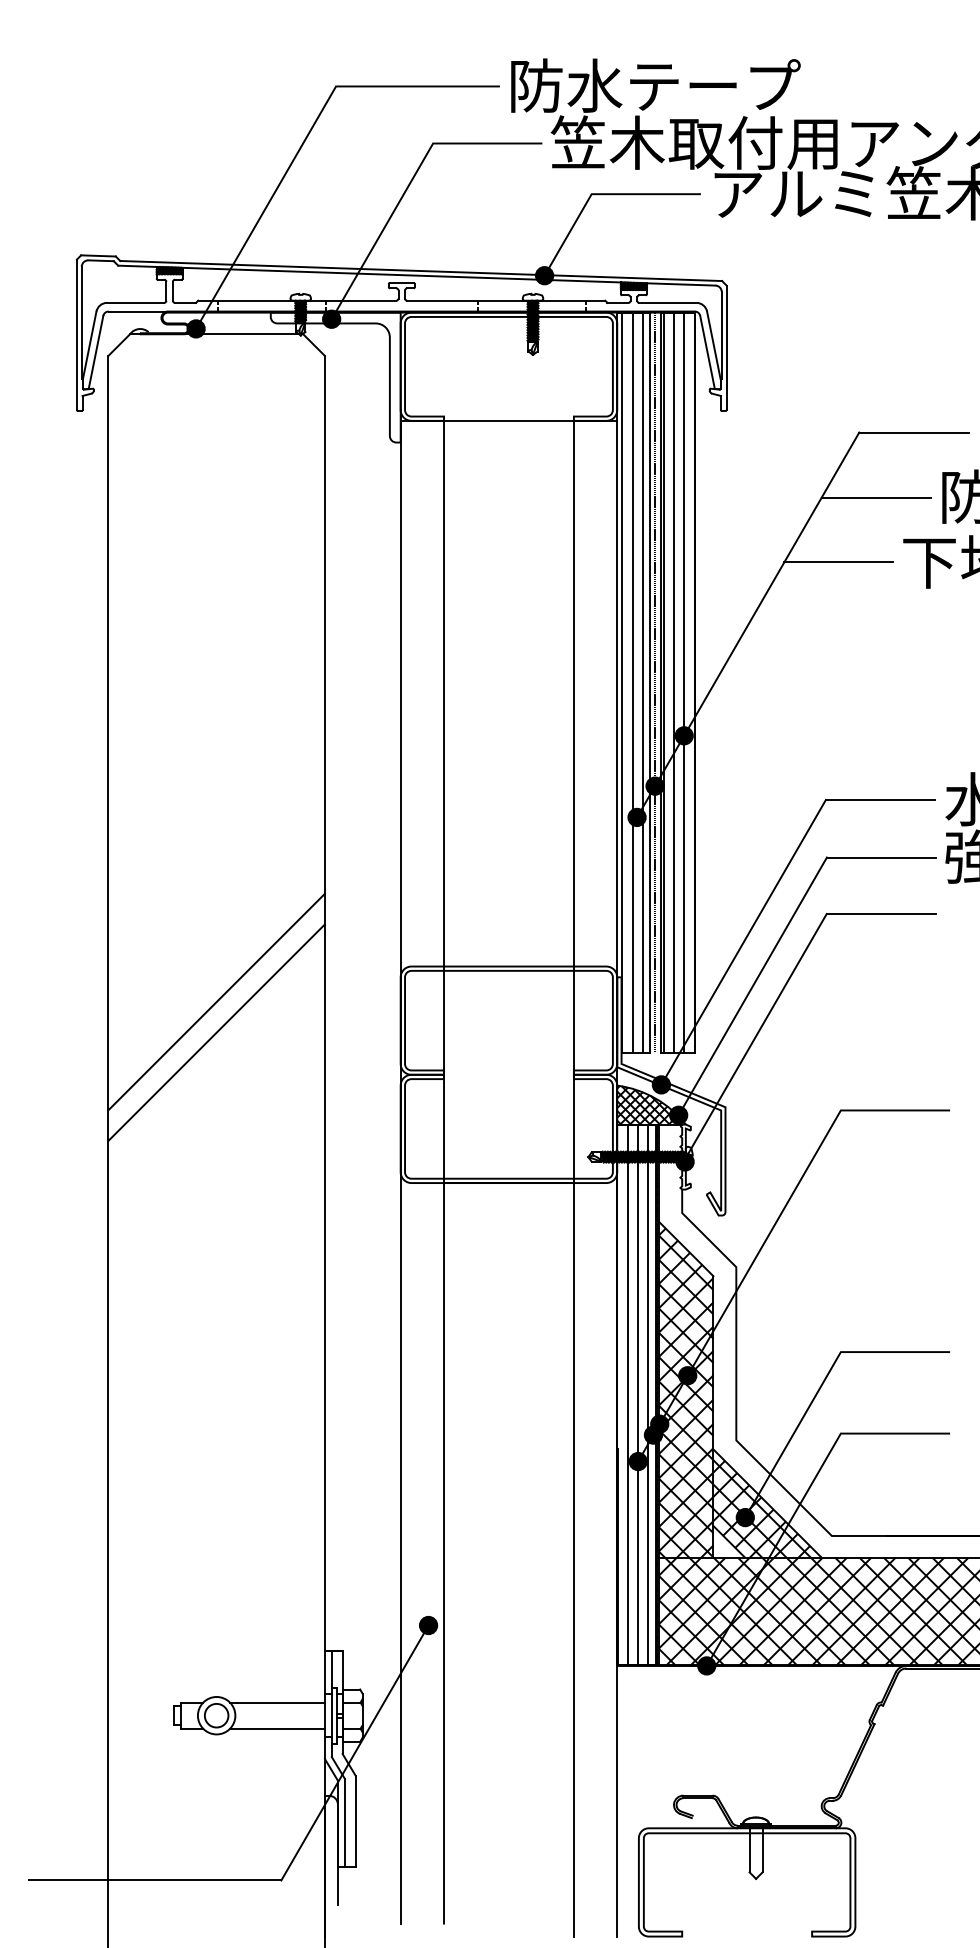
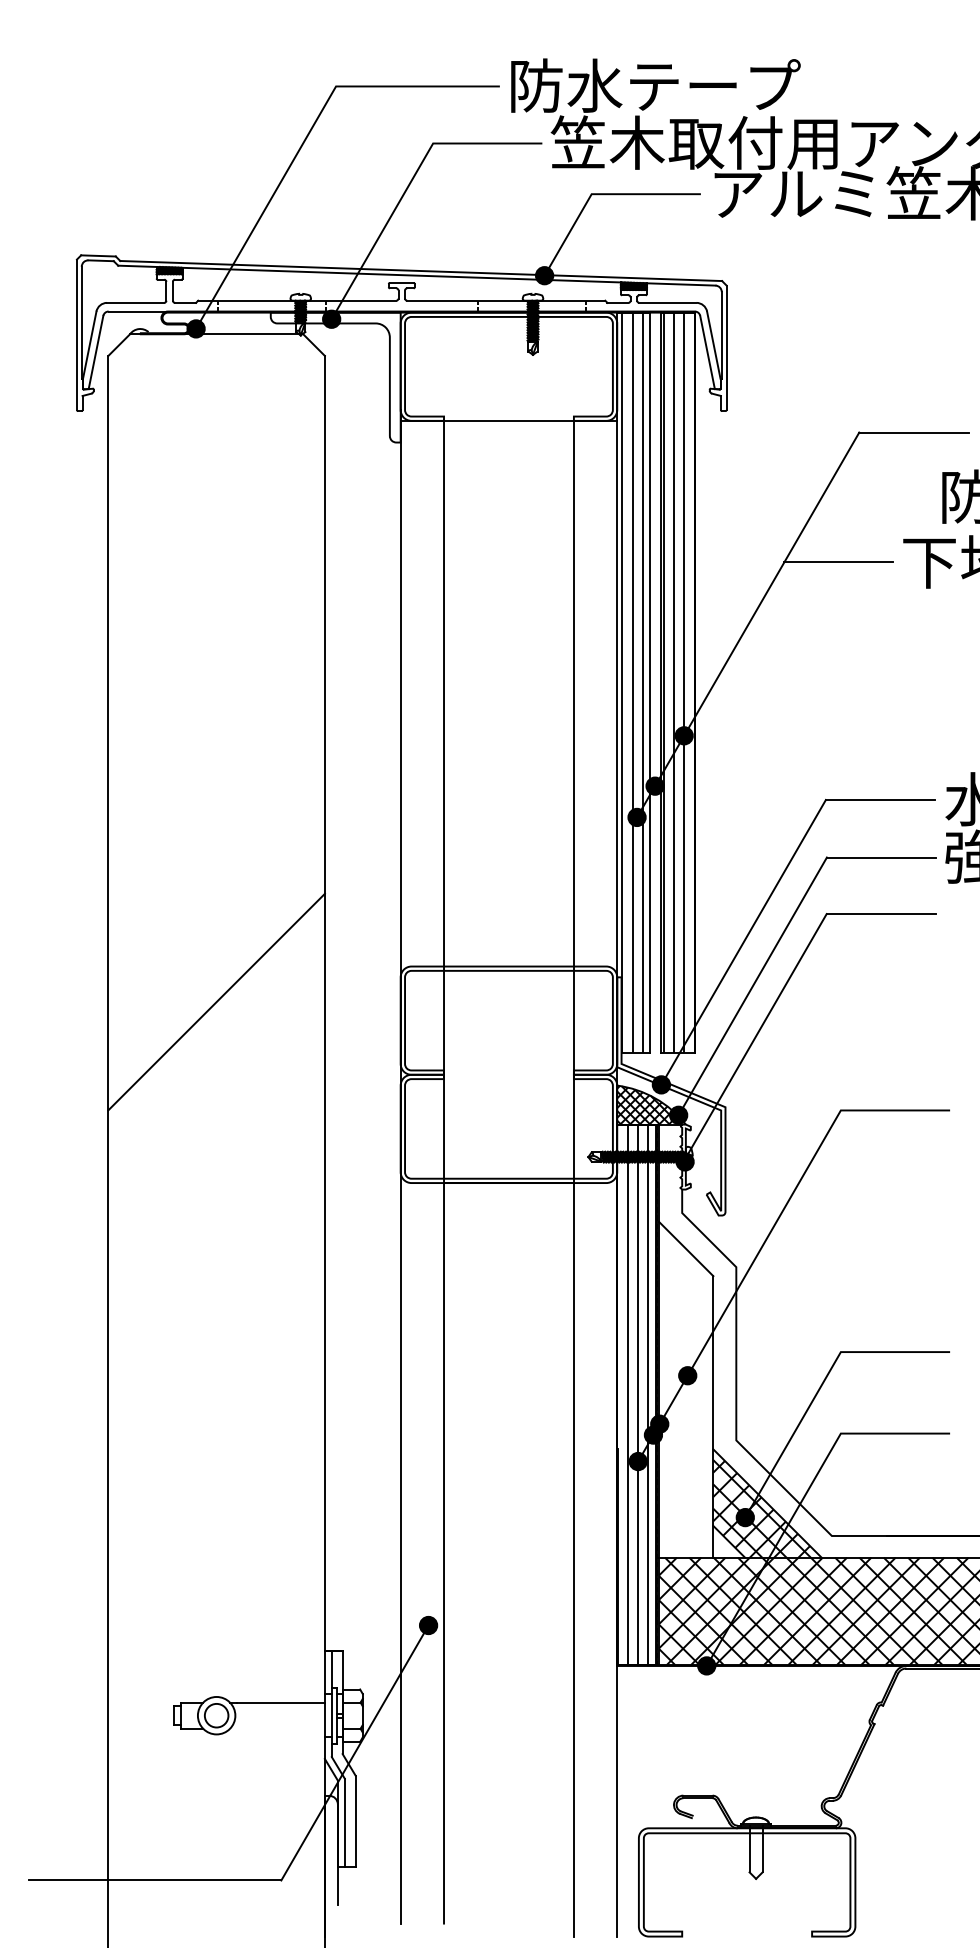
line at (875, 497): present -> none
line at (655, 682): present -> none
line at (216, 1032): present -> none
hatch at (686, 1392): present -> none
line at (277, 1728): present -> none
